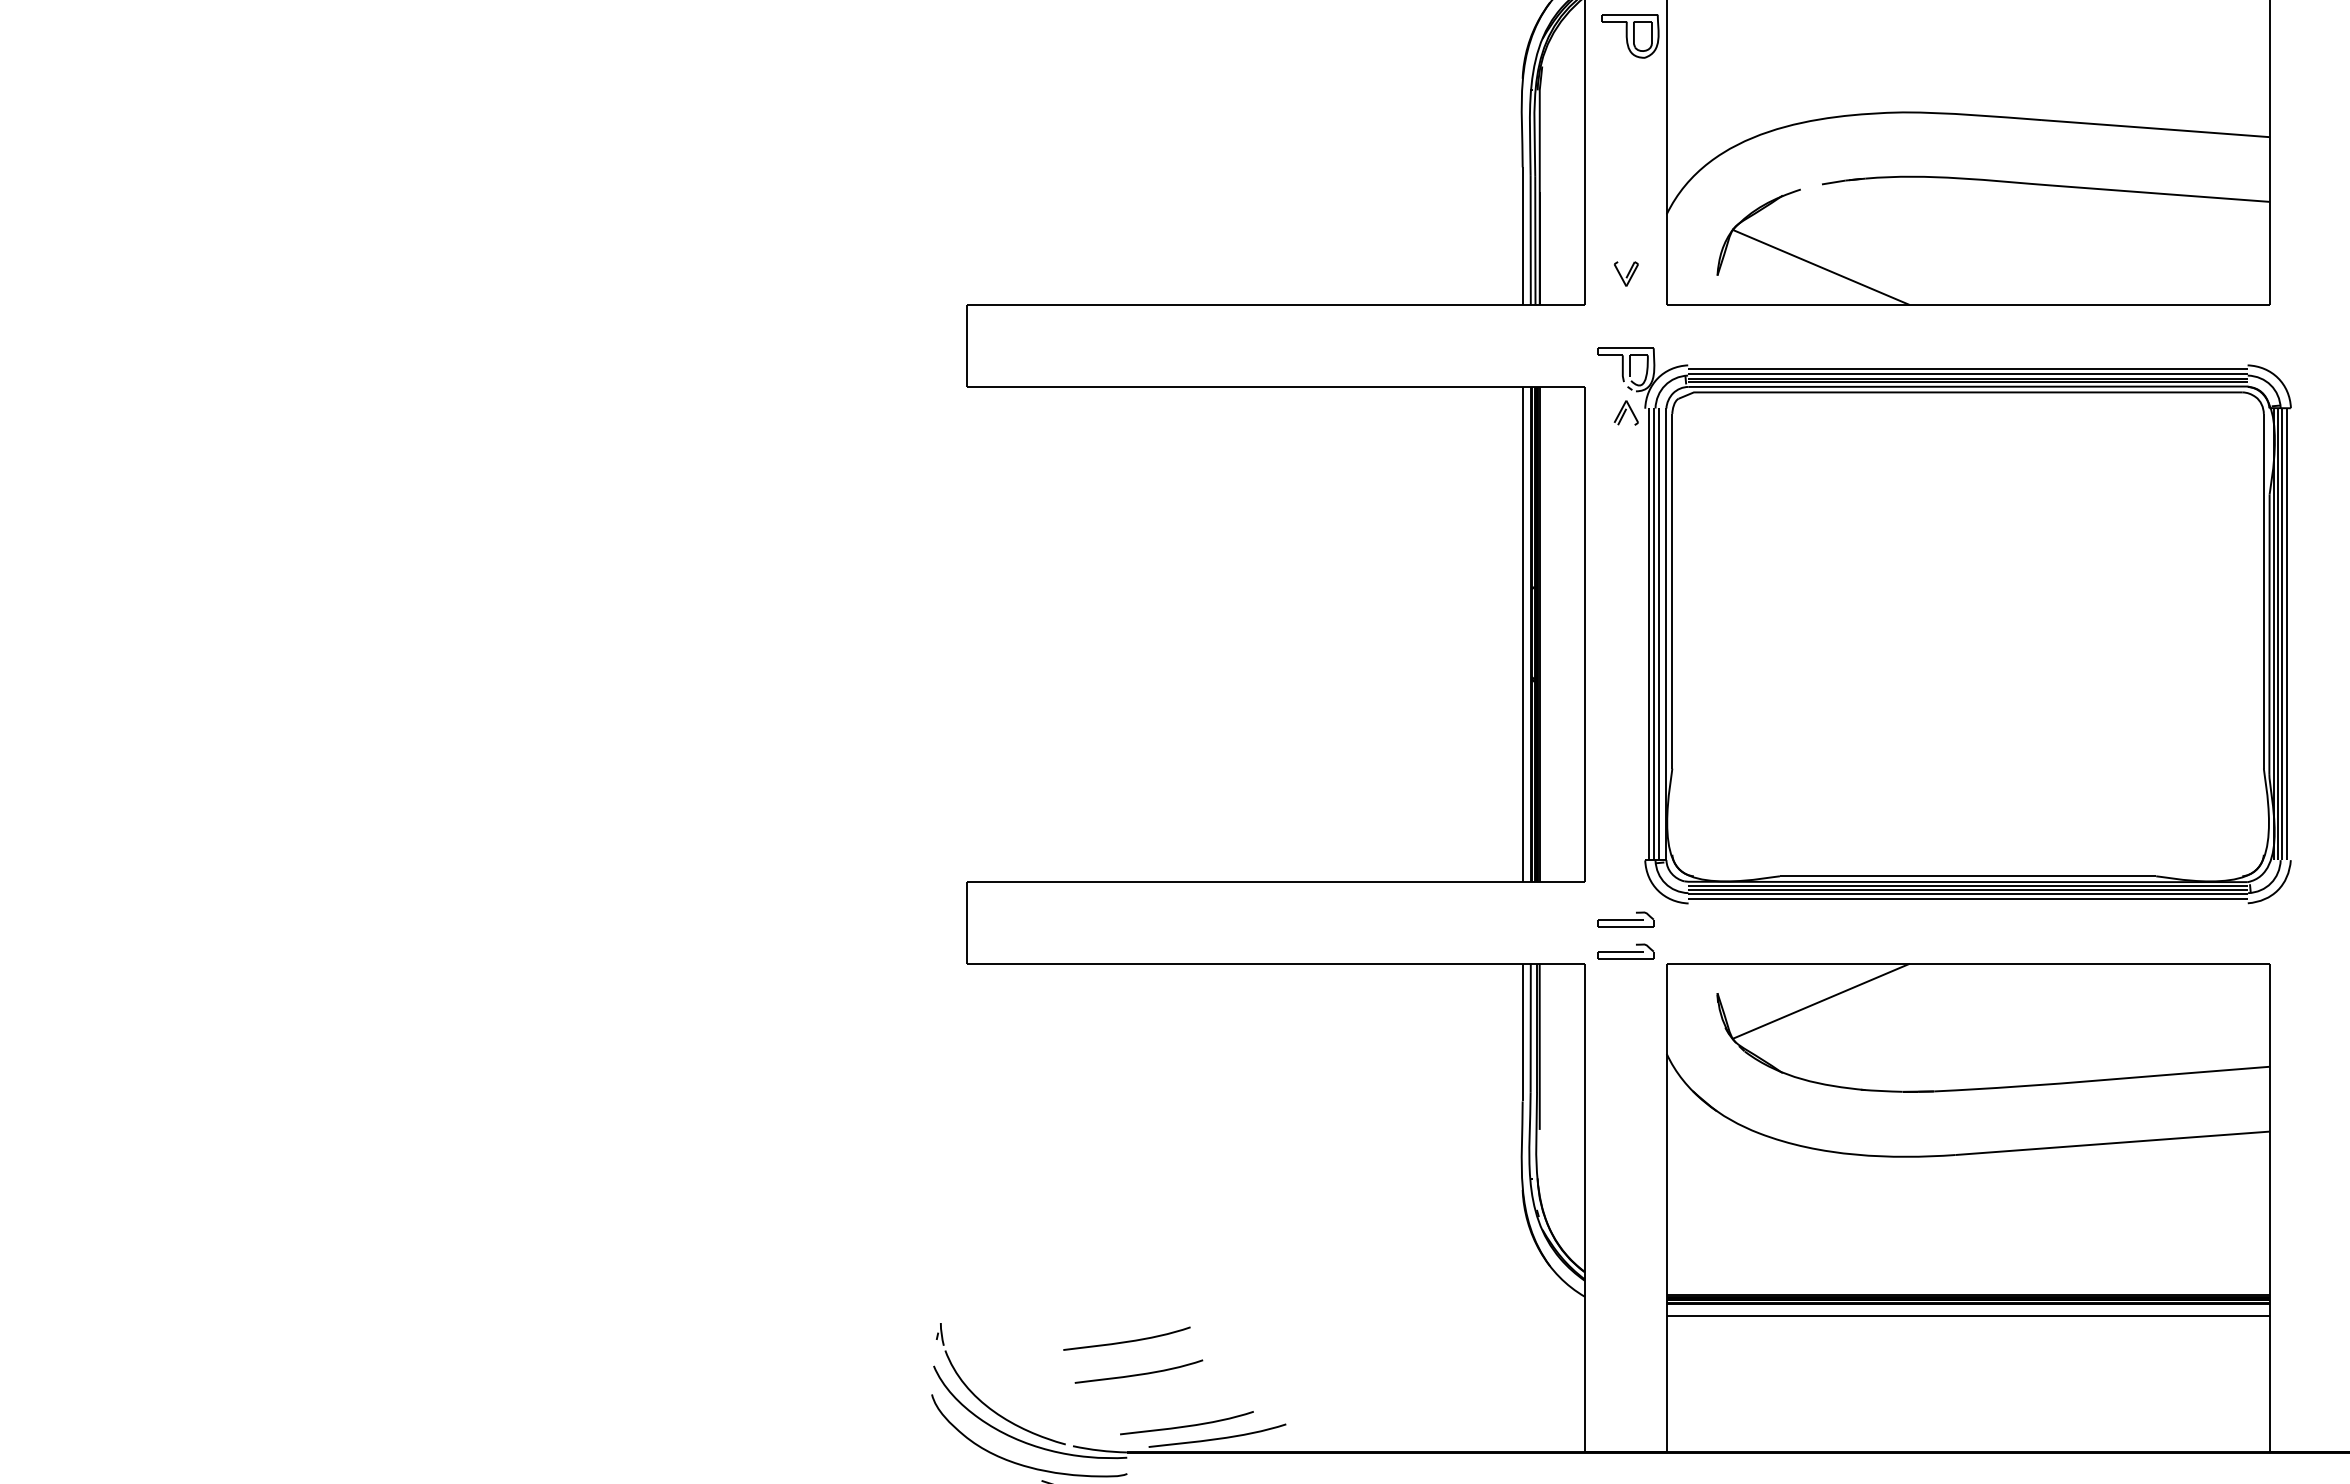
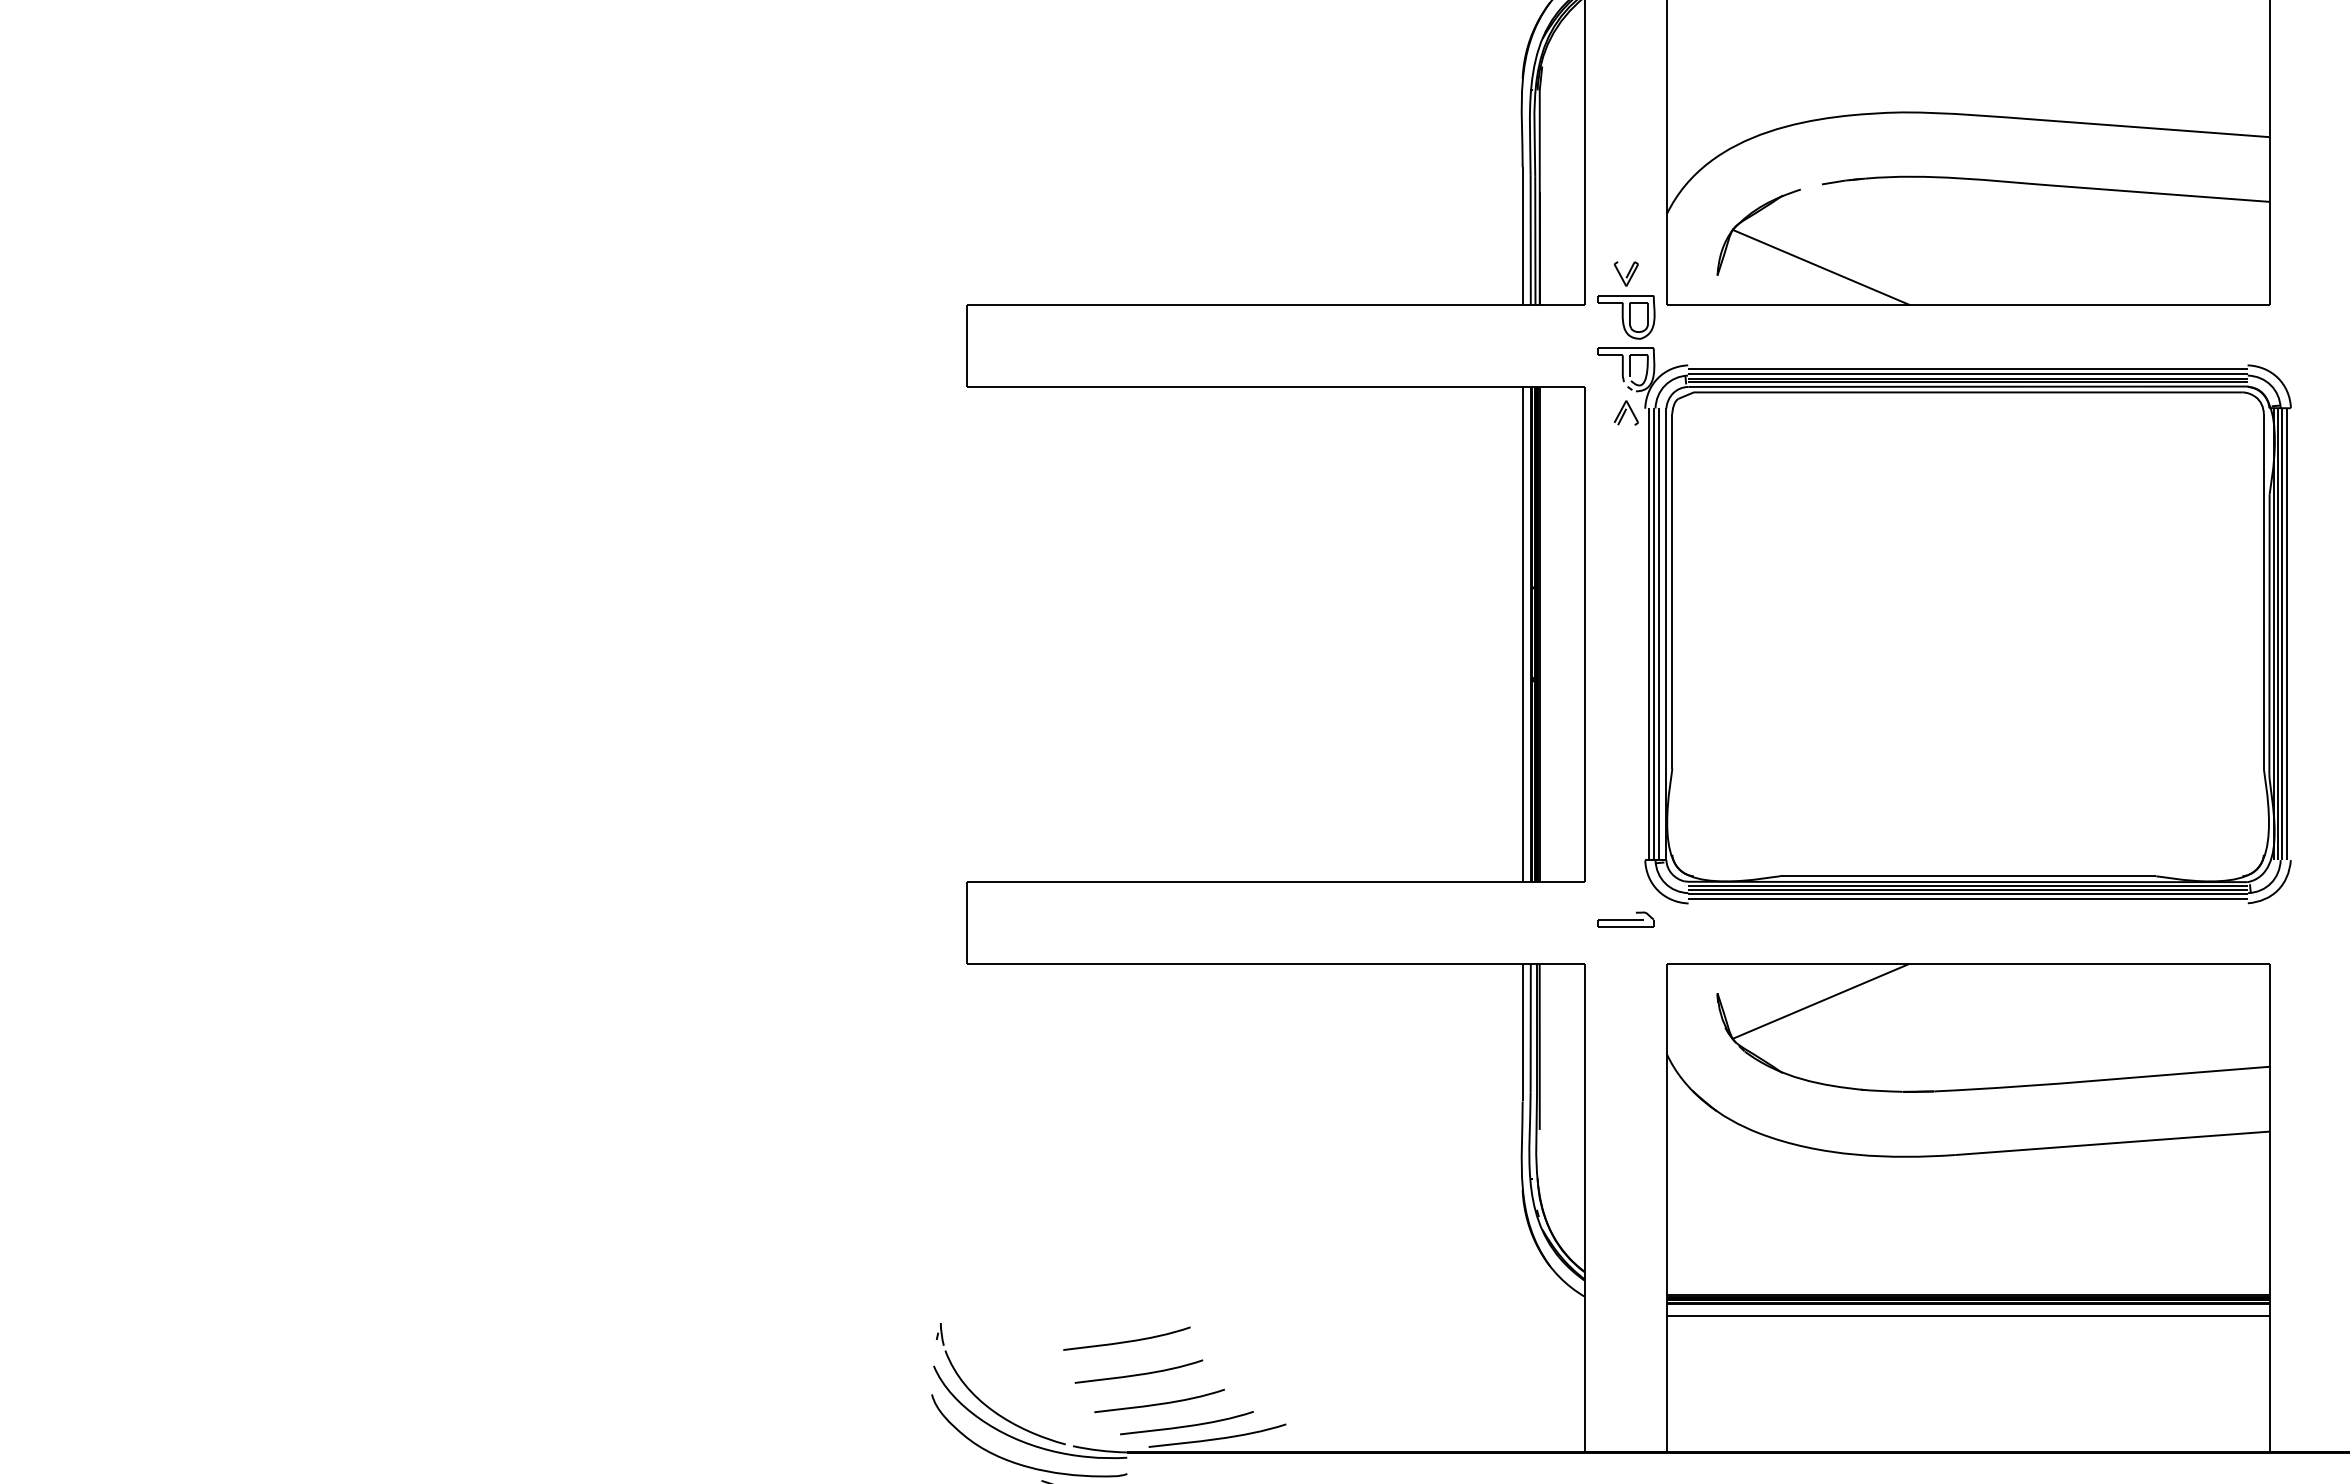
part at (1630, 36) position: (1630, 36) -> (1626, 317)
part at (1625, 951): present -> none
curve at (1159, 1403): none -> present
